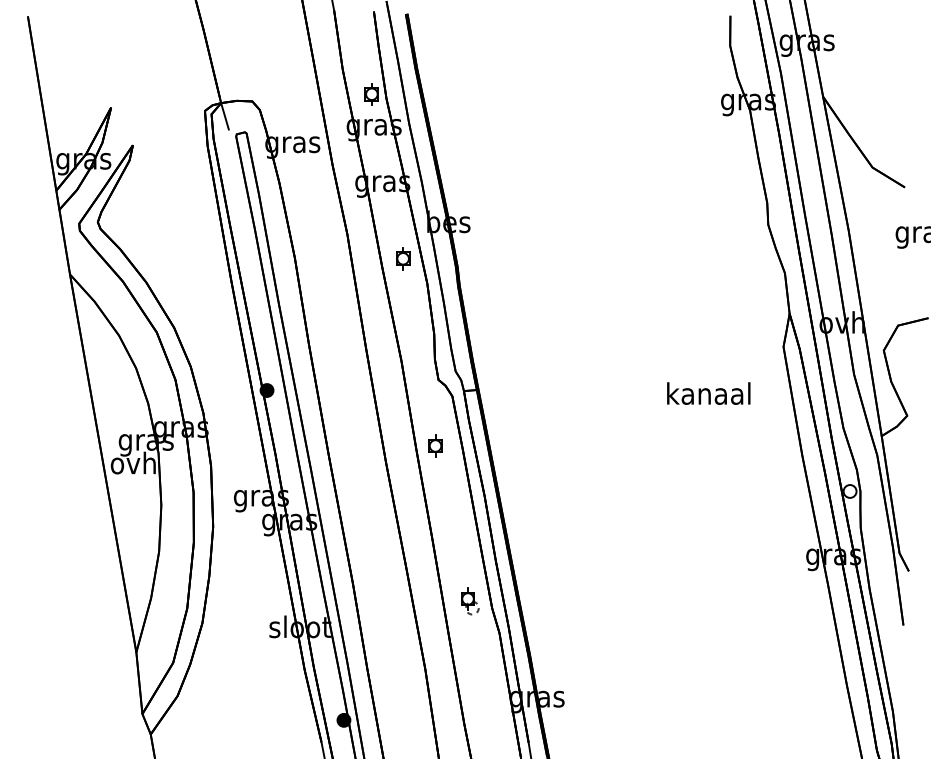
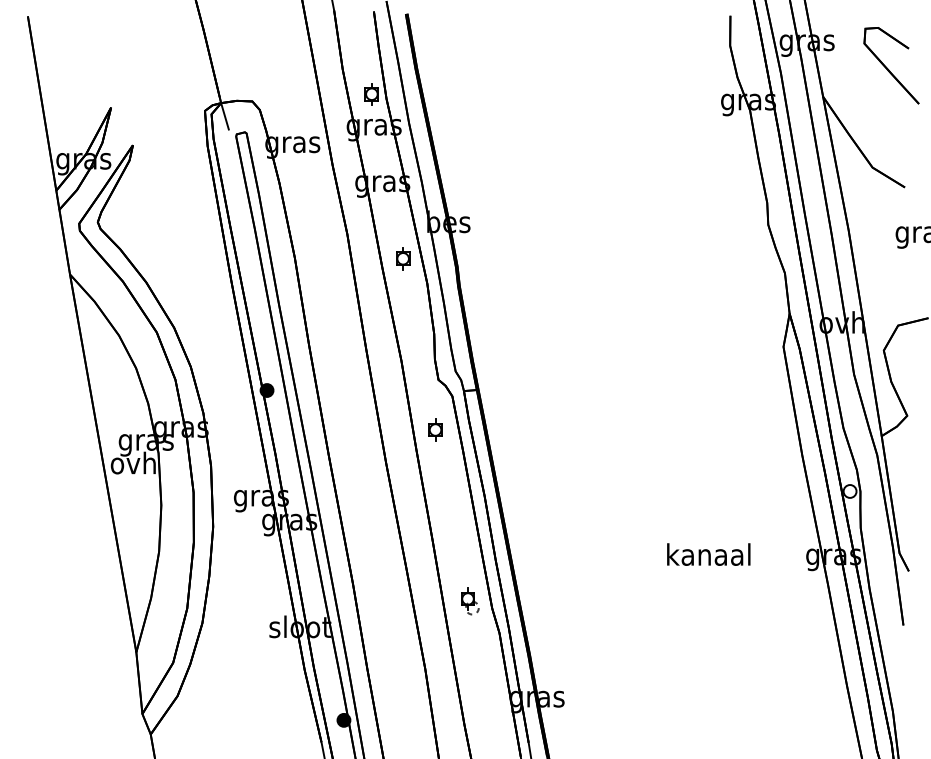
part at (891, 65): none -> present
text at (708, 393) position: (708, 393) -> (708, 554)
part at (435, 445) position: (435, 445) -> (435, 429)
